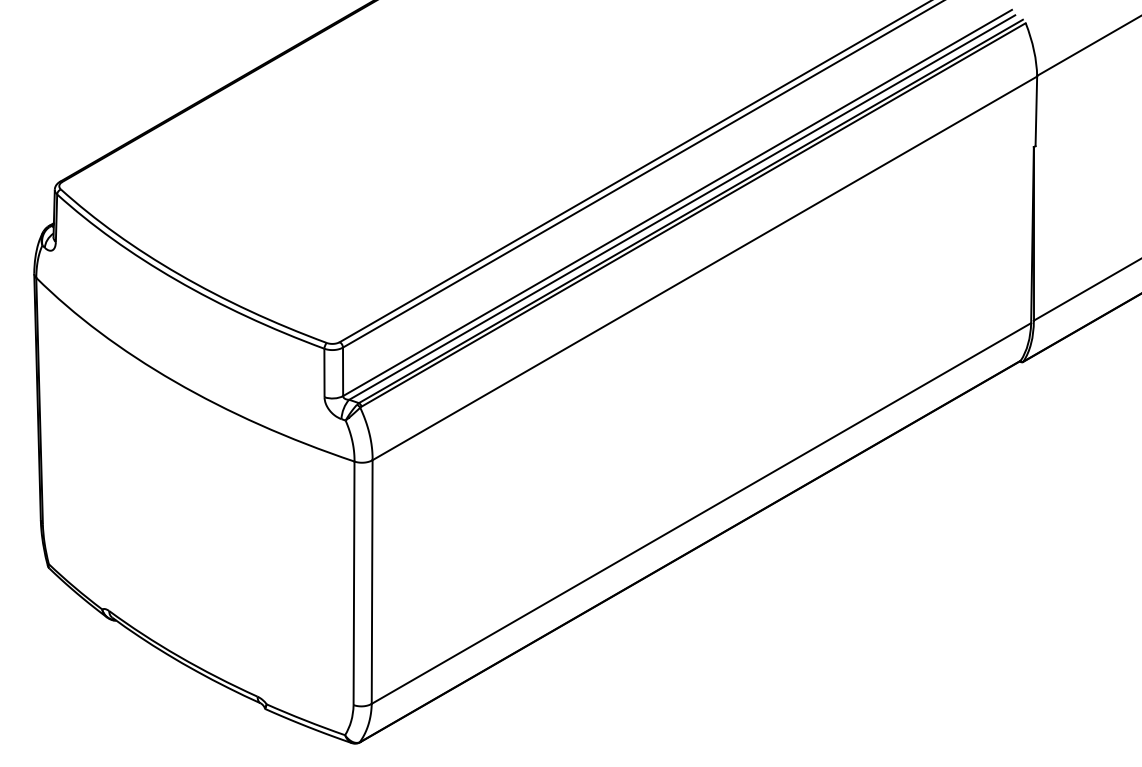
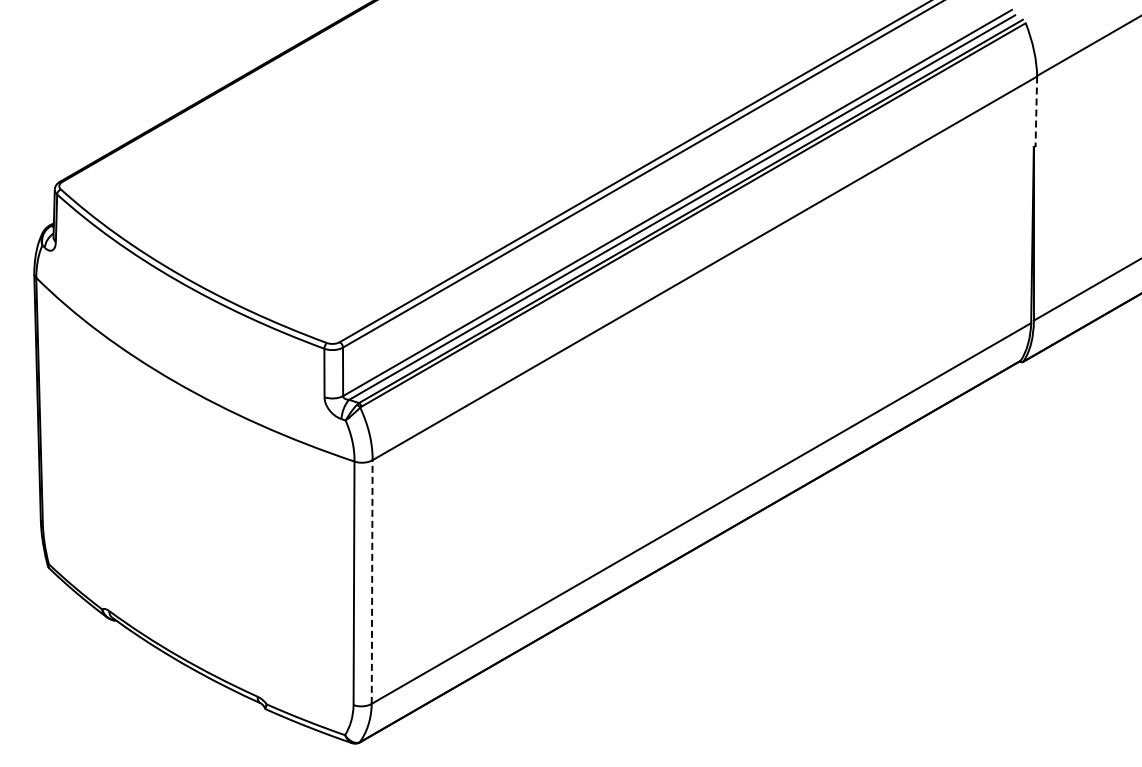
line at (1036, 111): solid -> dashed
line at (372, 582): solid -> dashed
